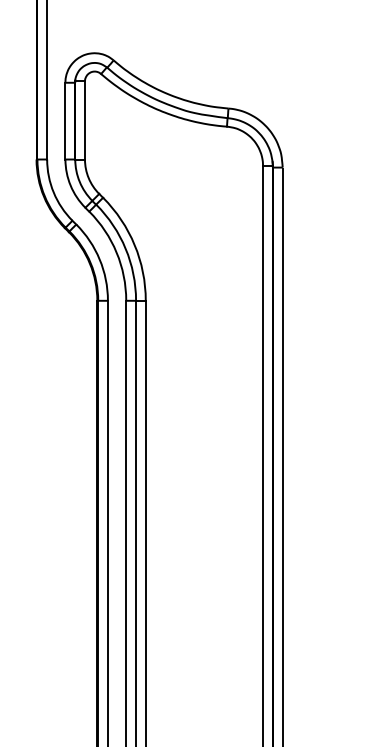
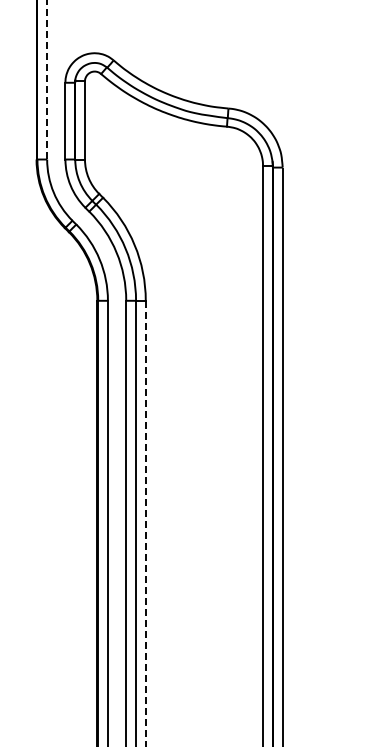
line at (47, 80): solid -> dashed
line at (145, 523): solid -> dashed
